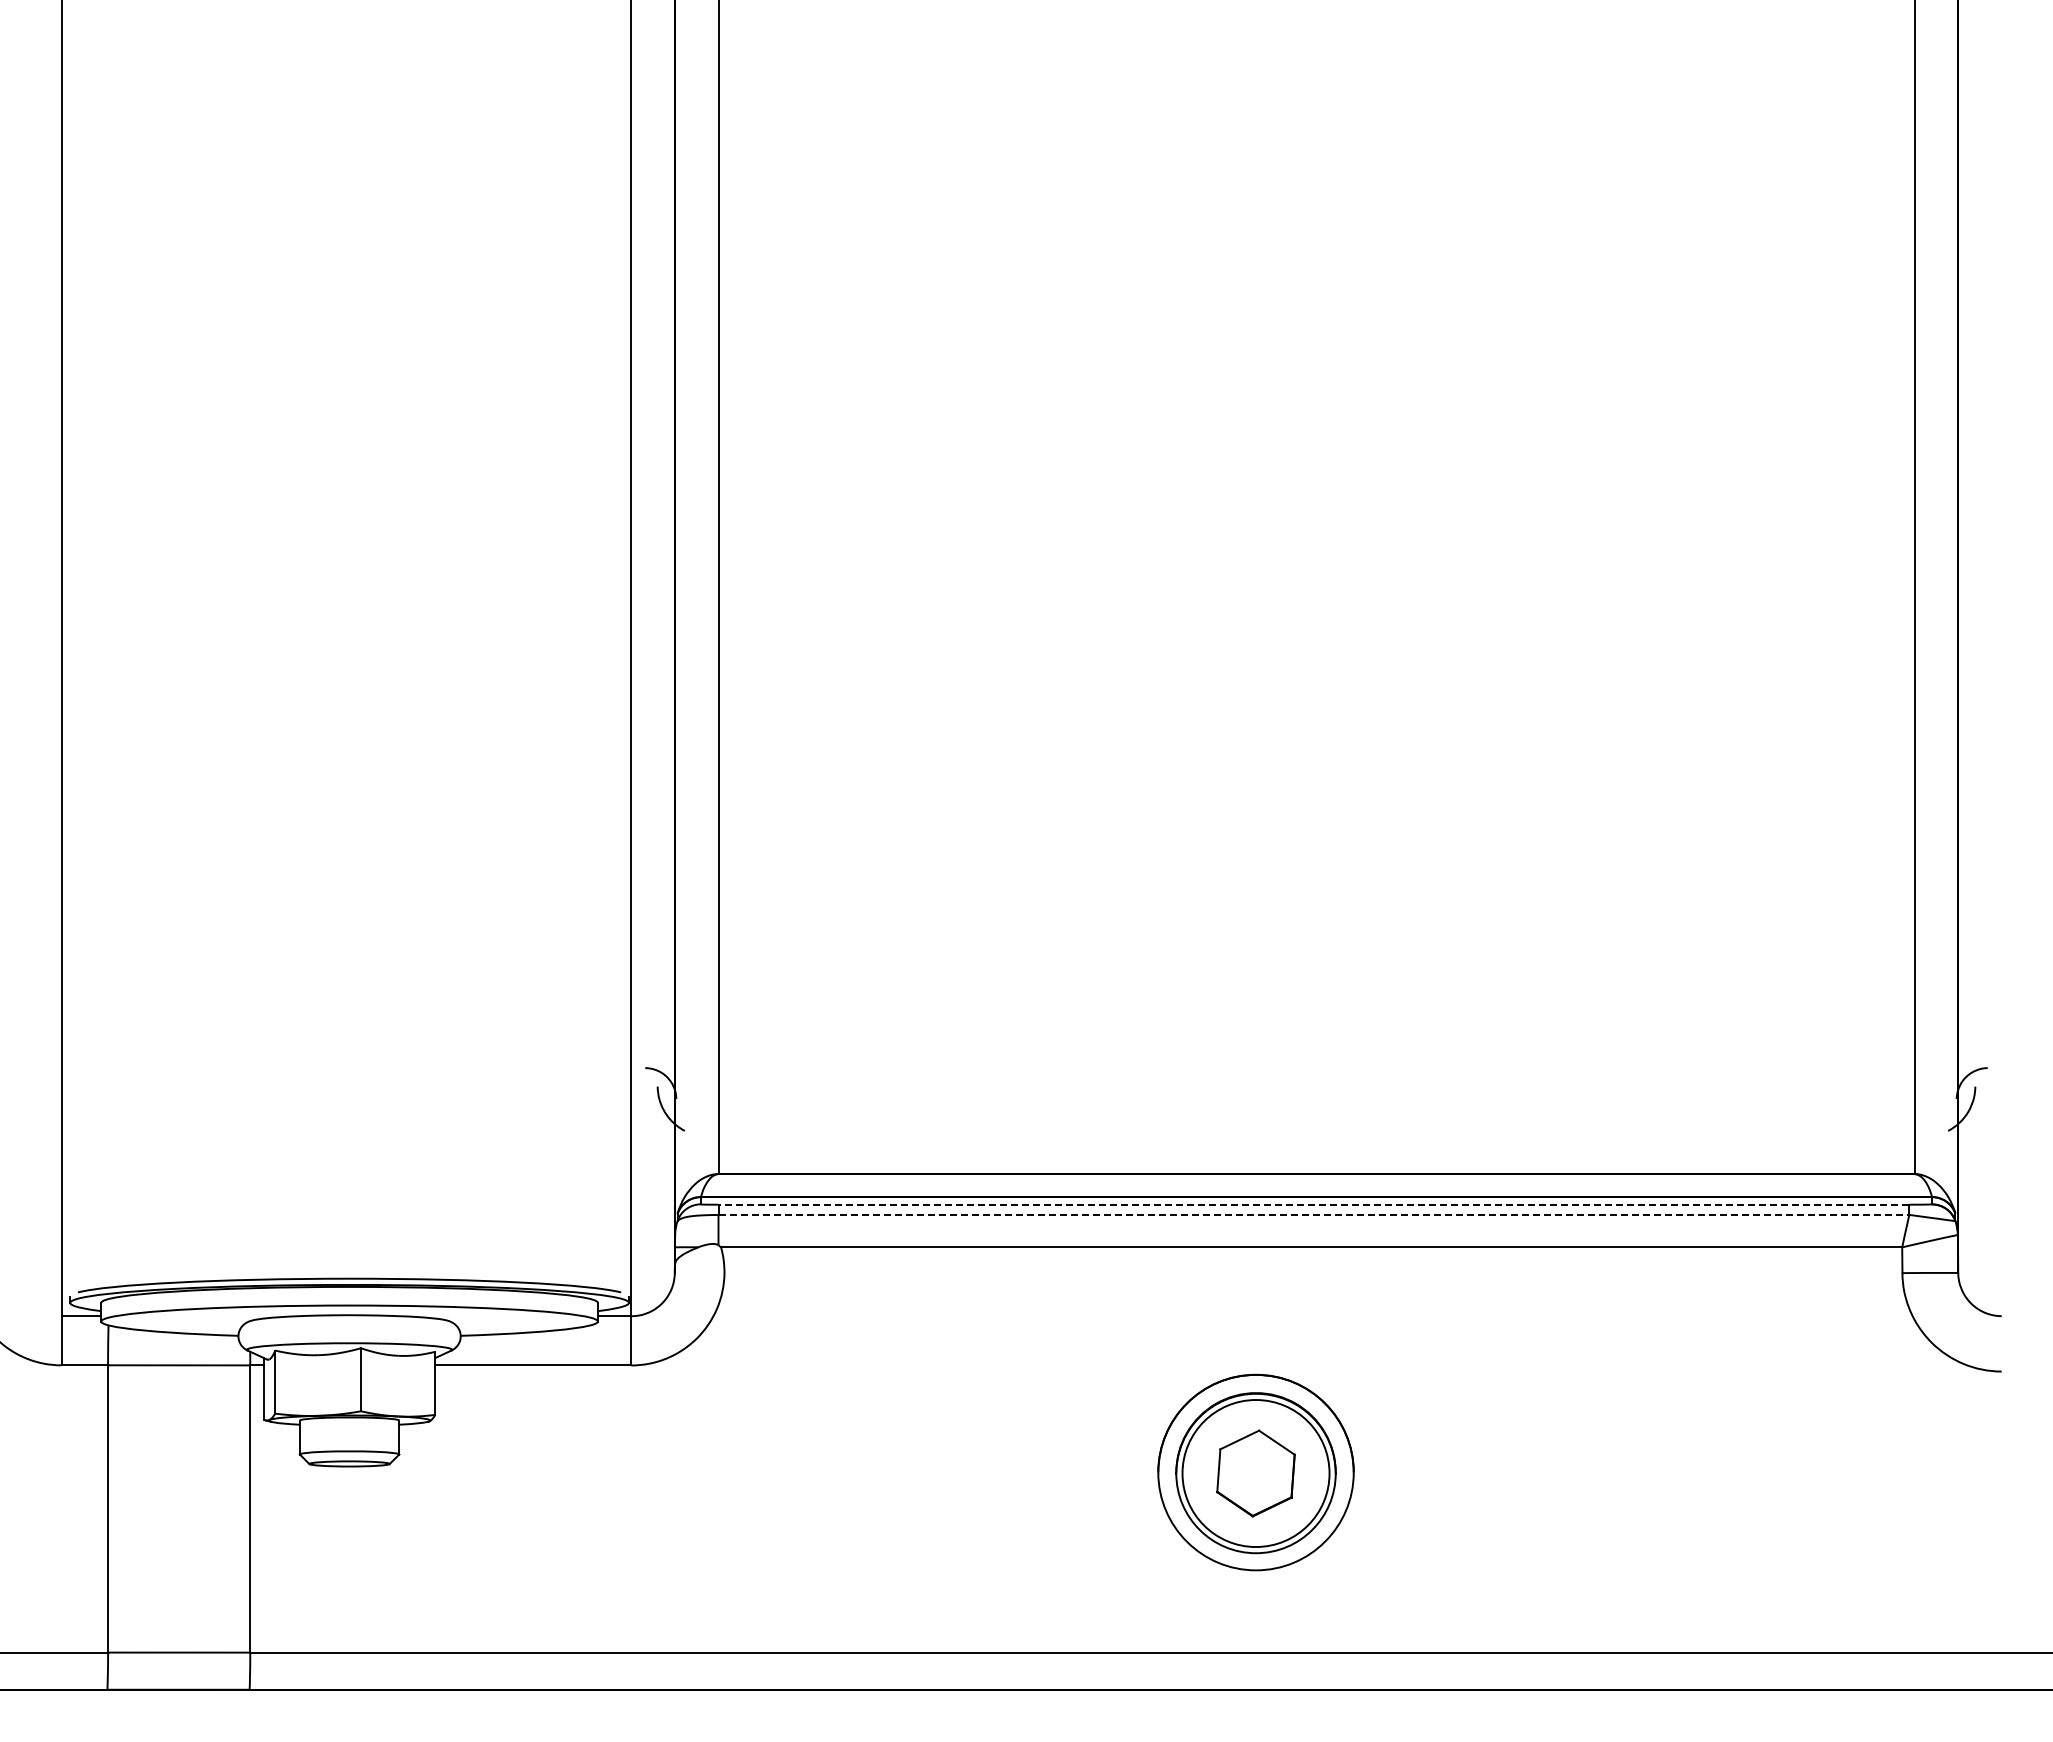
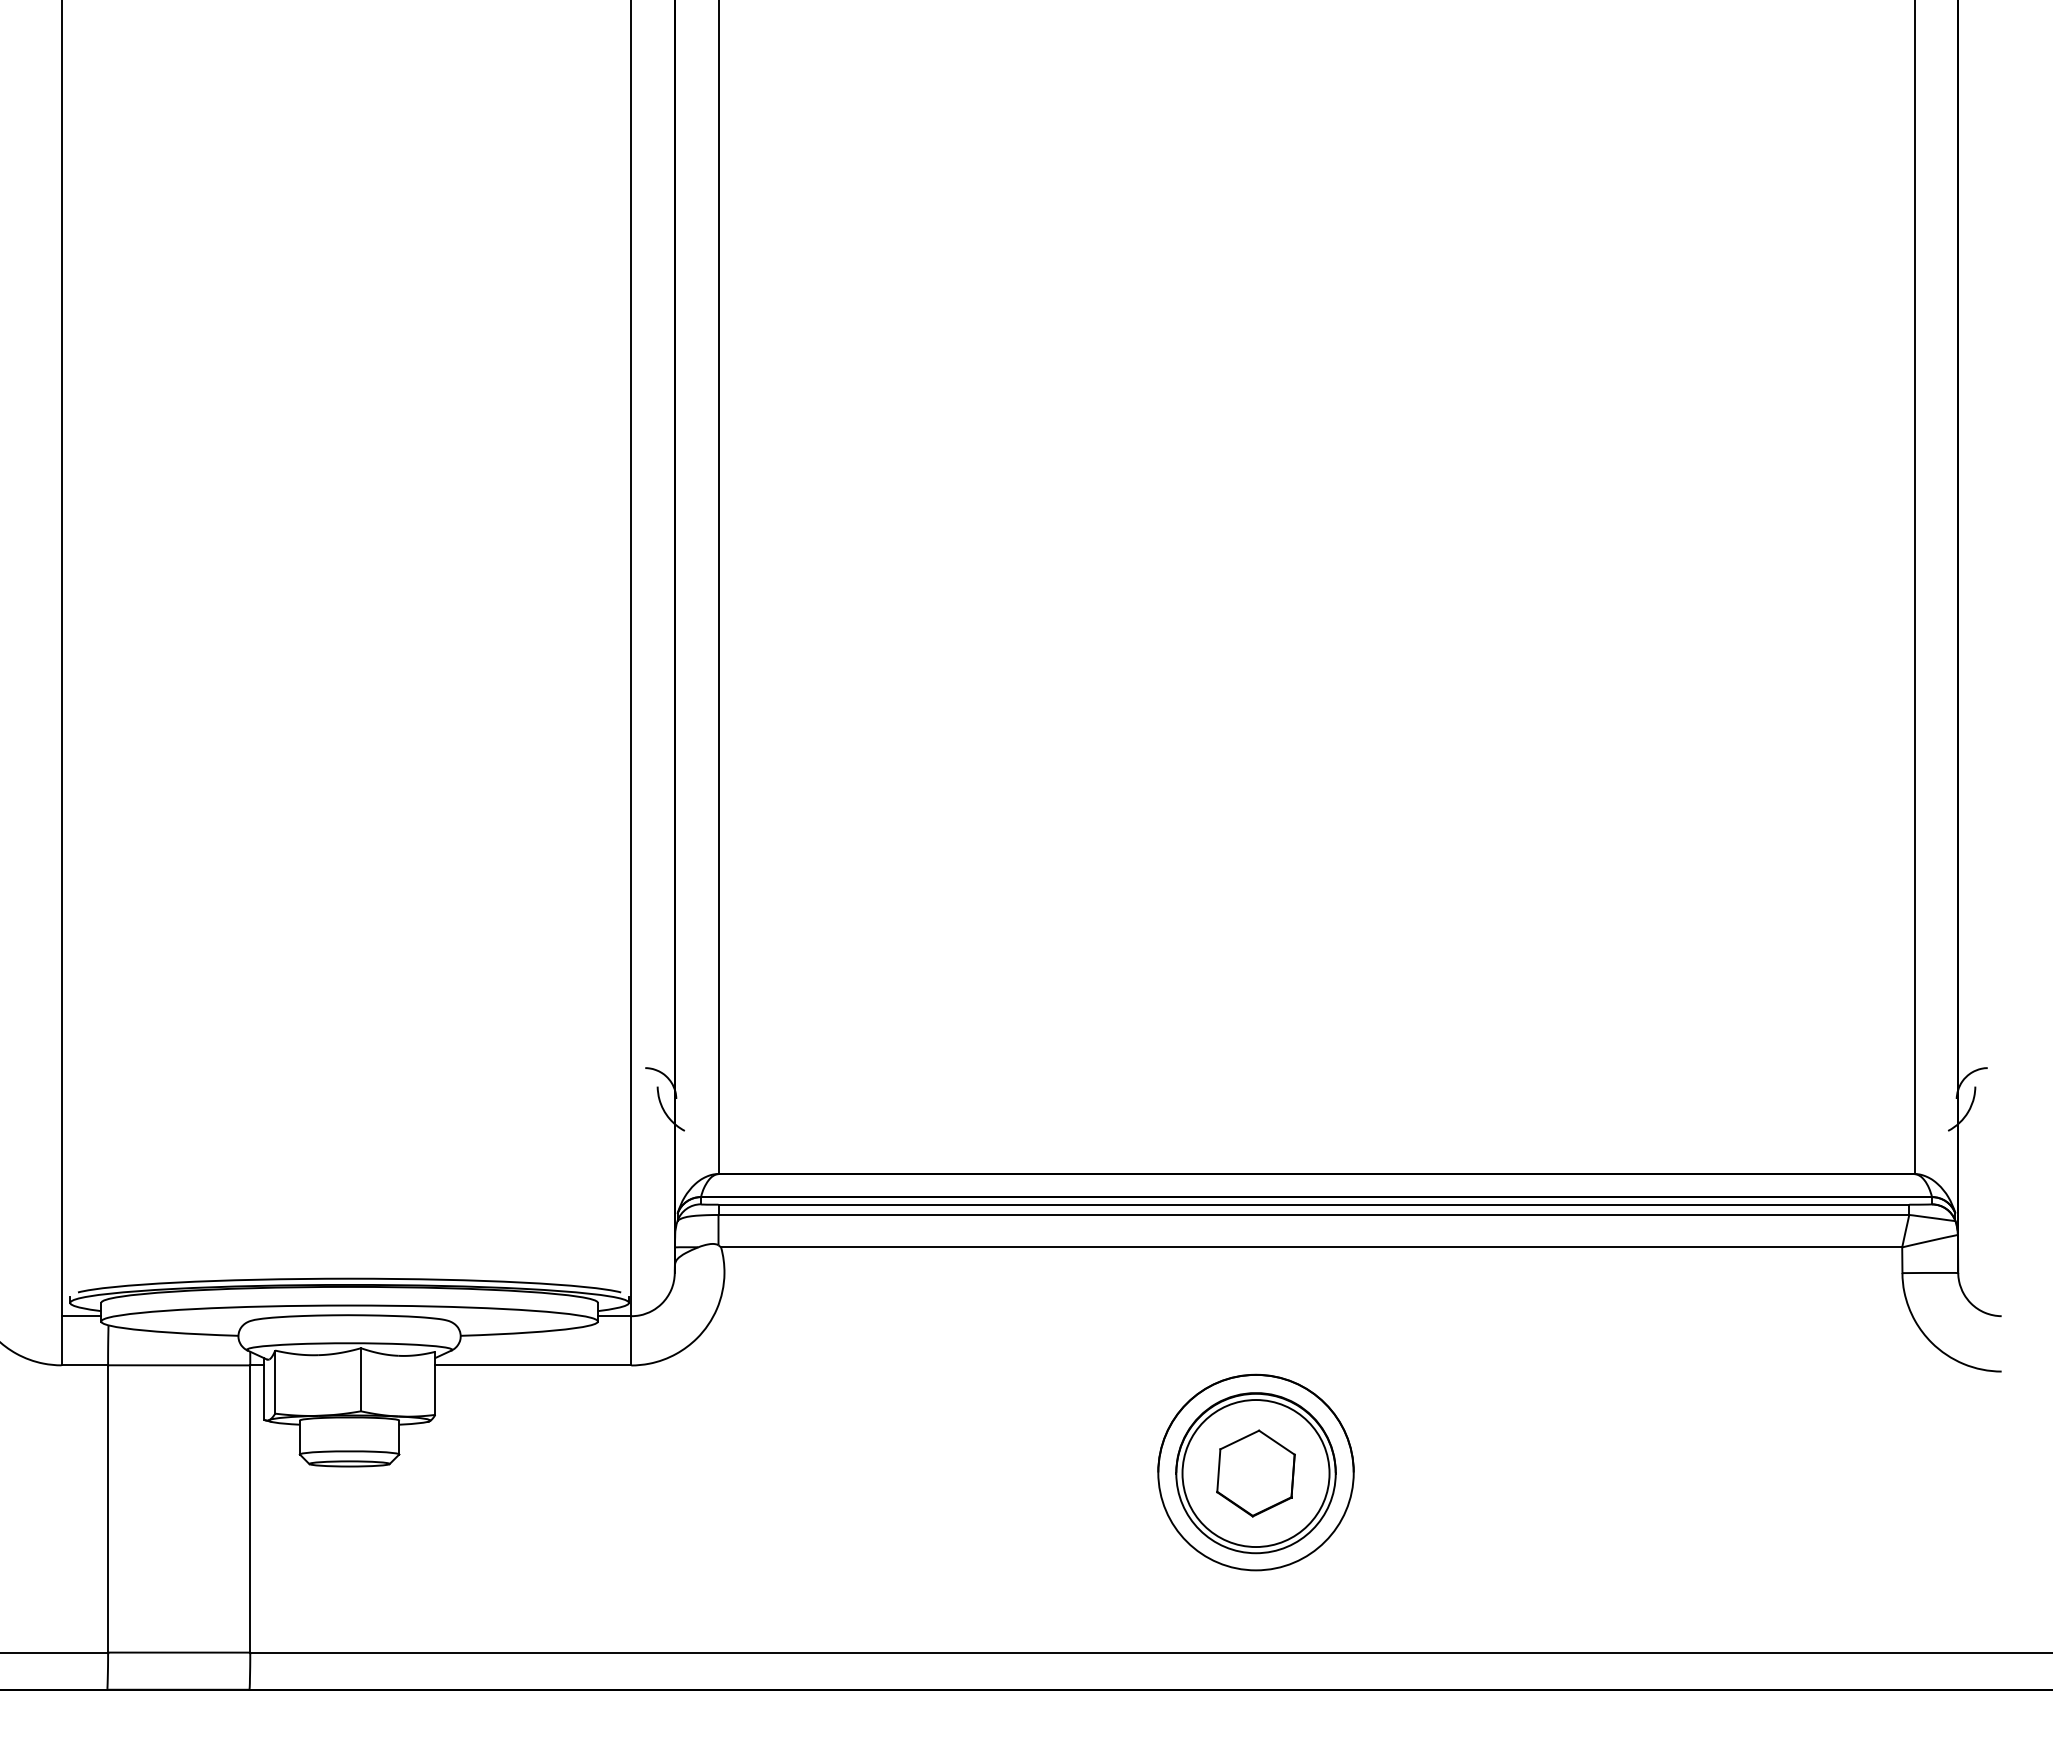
line at (1313, 1204): dashed -> solid
line at (1314, 1215): dashed -> solid
